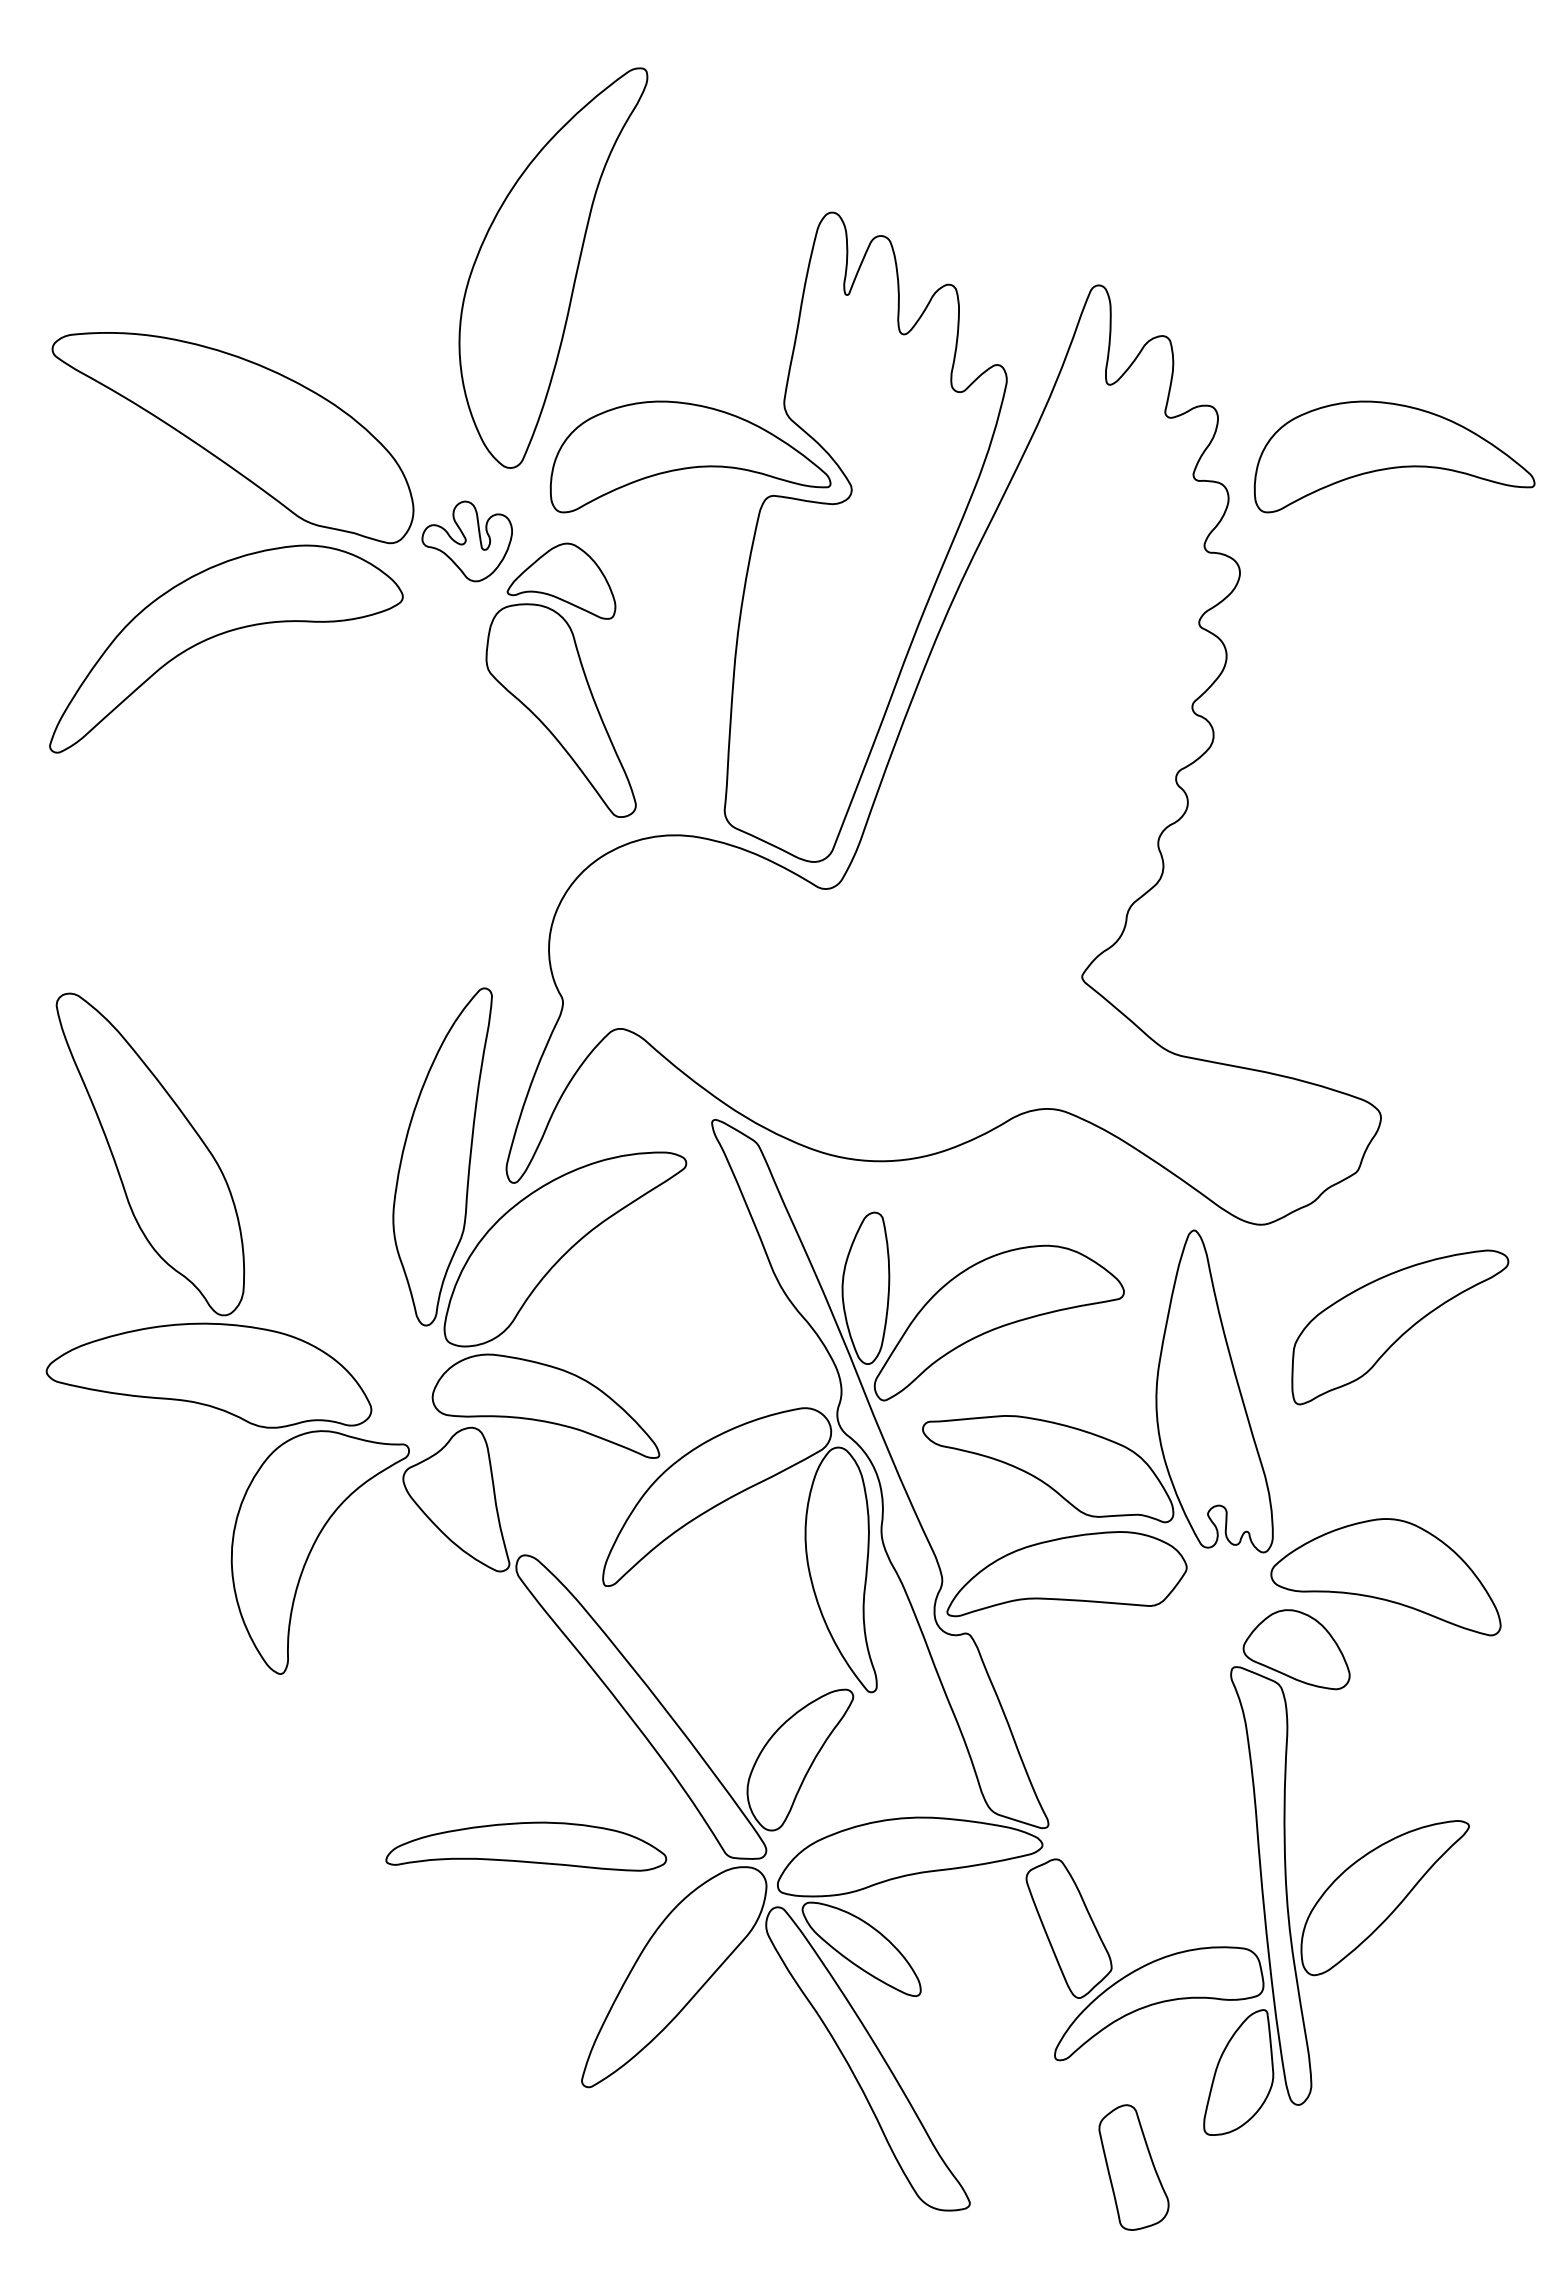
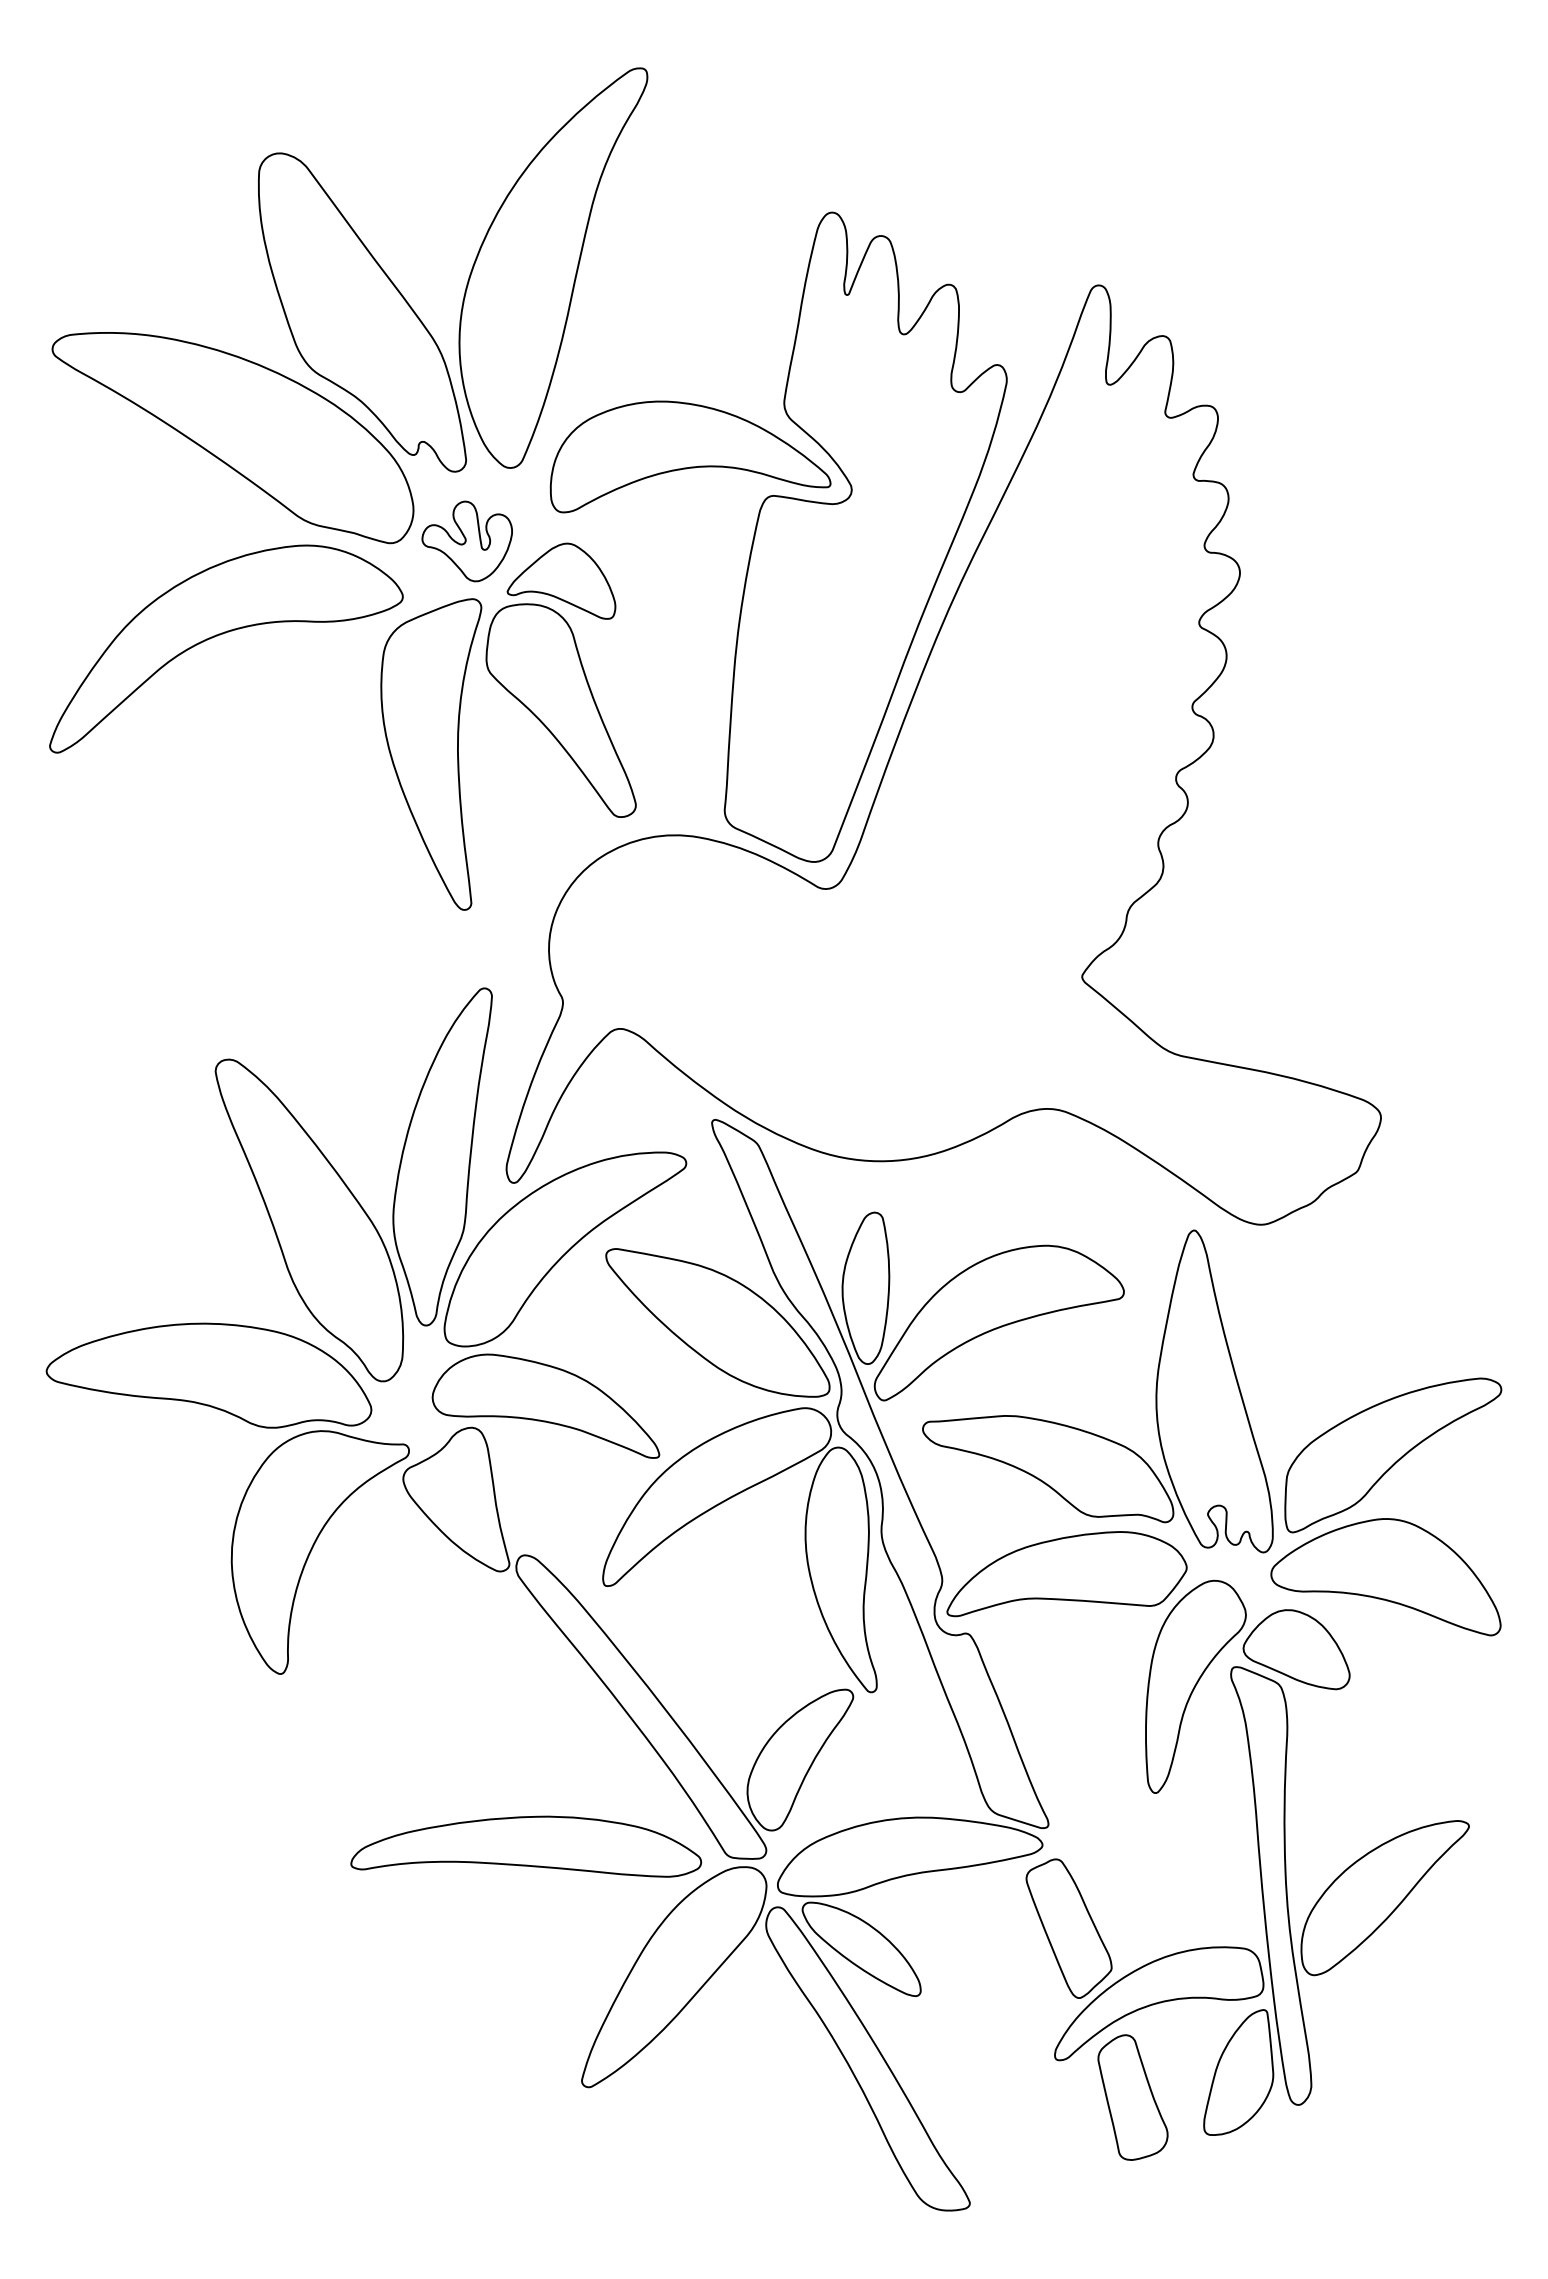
part at (362, 312): none -> present
part at (1394, 456): present -> none
part at (431, 754): none -> present
part at (150, 1154) position: (150, 1154) -> (309, 1220)
part at (717, 1322): none -> present
part at (1400, 1327) position: (1400, 1327) -> (1393, 1455)
part at (1195, 1686): none -> present
part at (526, 1846) size: 283x51 px -> 353x63 px
part at (1133, 2167) position: (1133, 2167) -> (1132, 2097)
